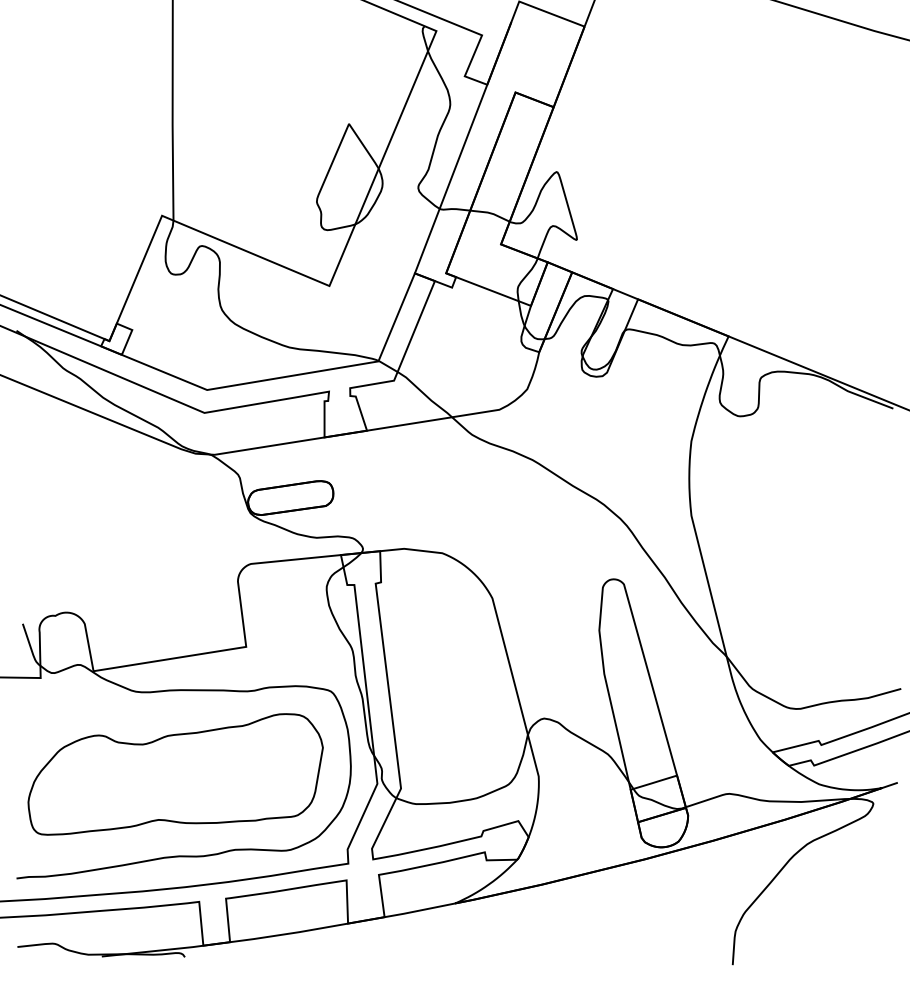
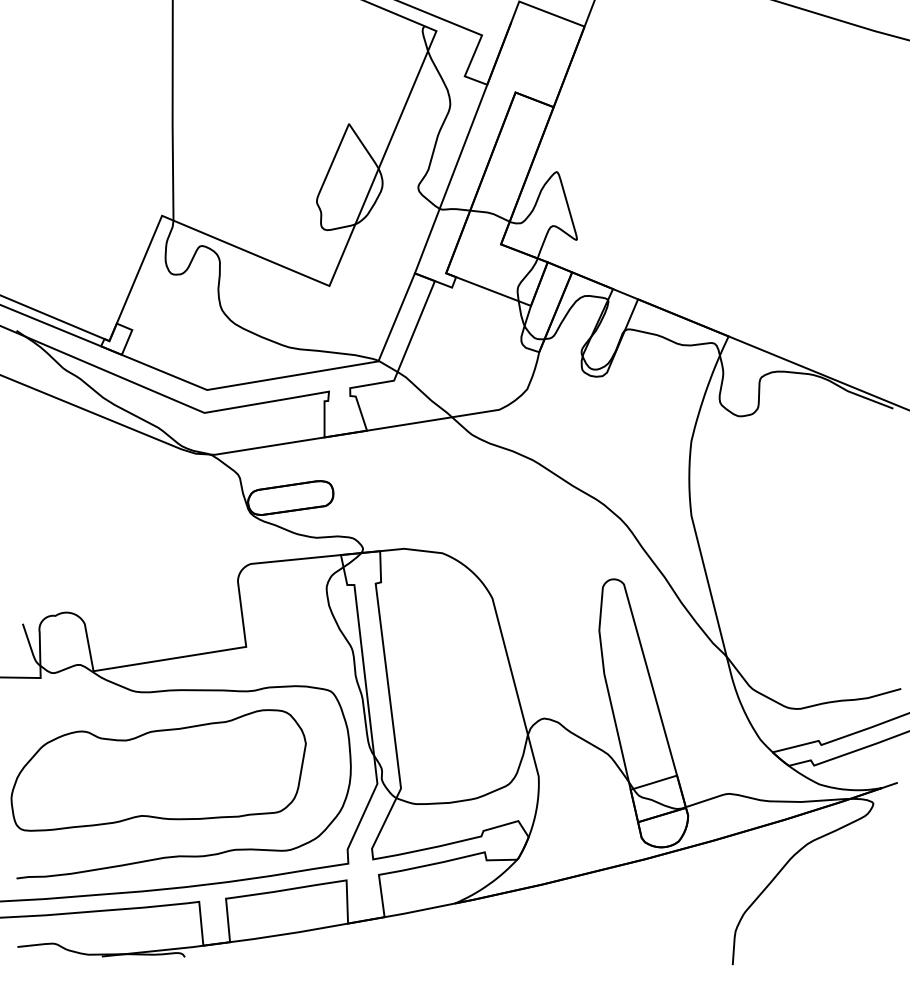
part at (175, 774) position: (175, 774) -> (158, 770)
